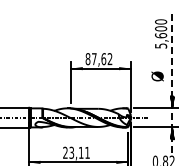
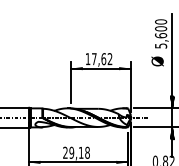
text at (87, 59): 87,62 -> 17,62
text at (157, 76) position: (157, 76) -> (157, 61)
line at (172, 85): dashed -> solid
text at (79, 152): 23,11 -> 29,18
